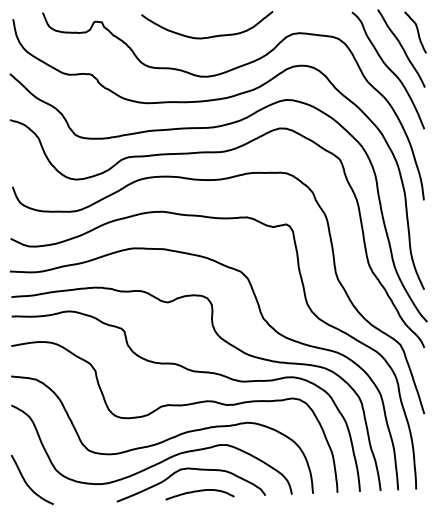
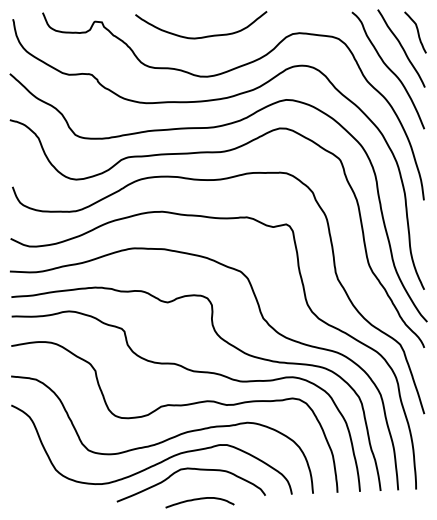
curve at (207, 36) position: (207, 36) -> (201, 36)
curve at (26, 481): present -> none
curve at (197, 492) position: (197, 492) -> (197, 500)
